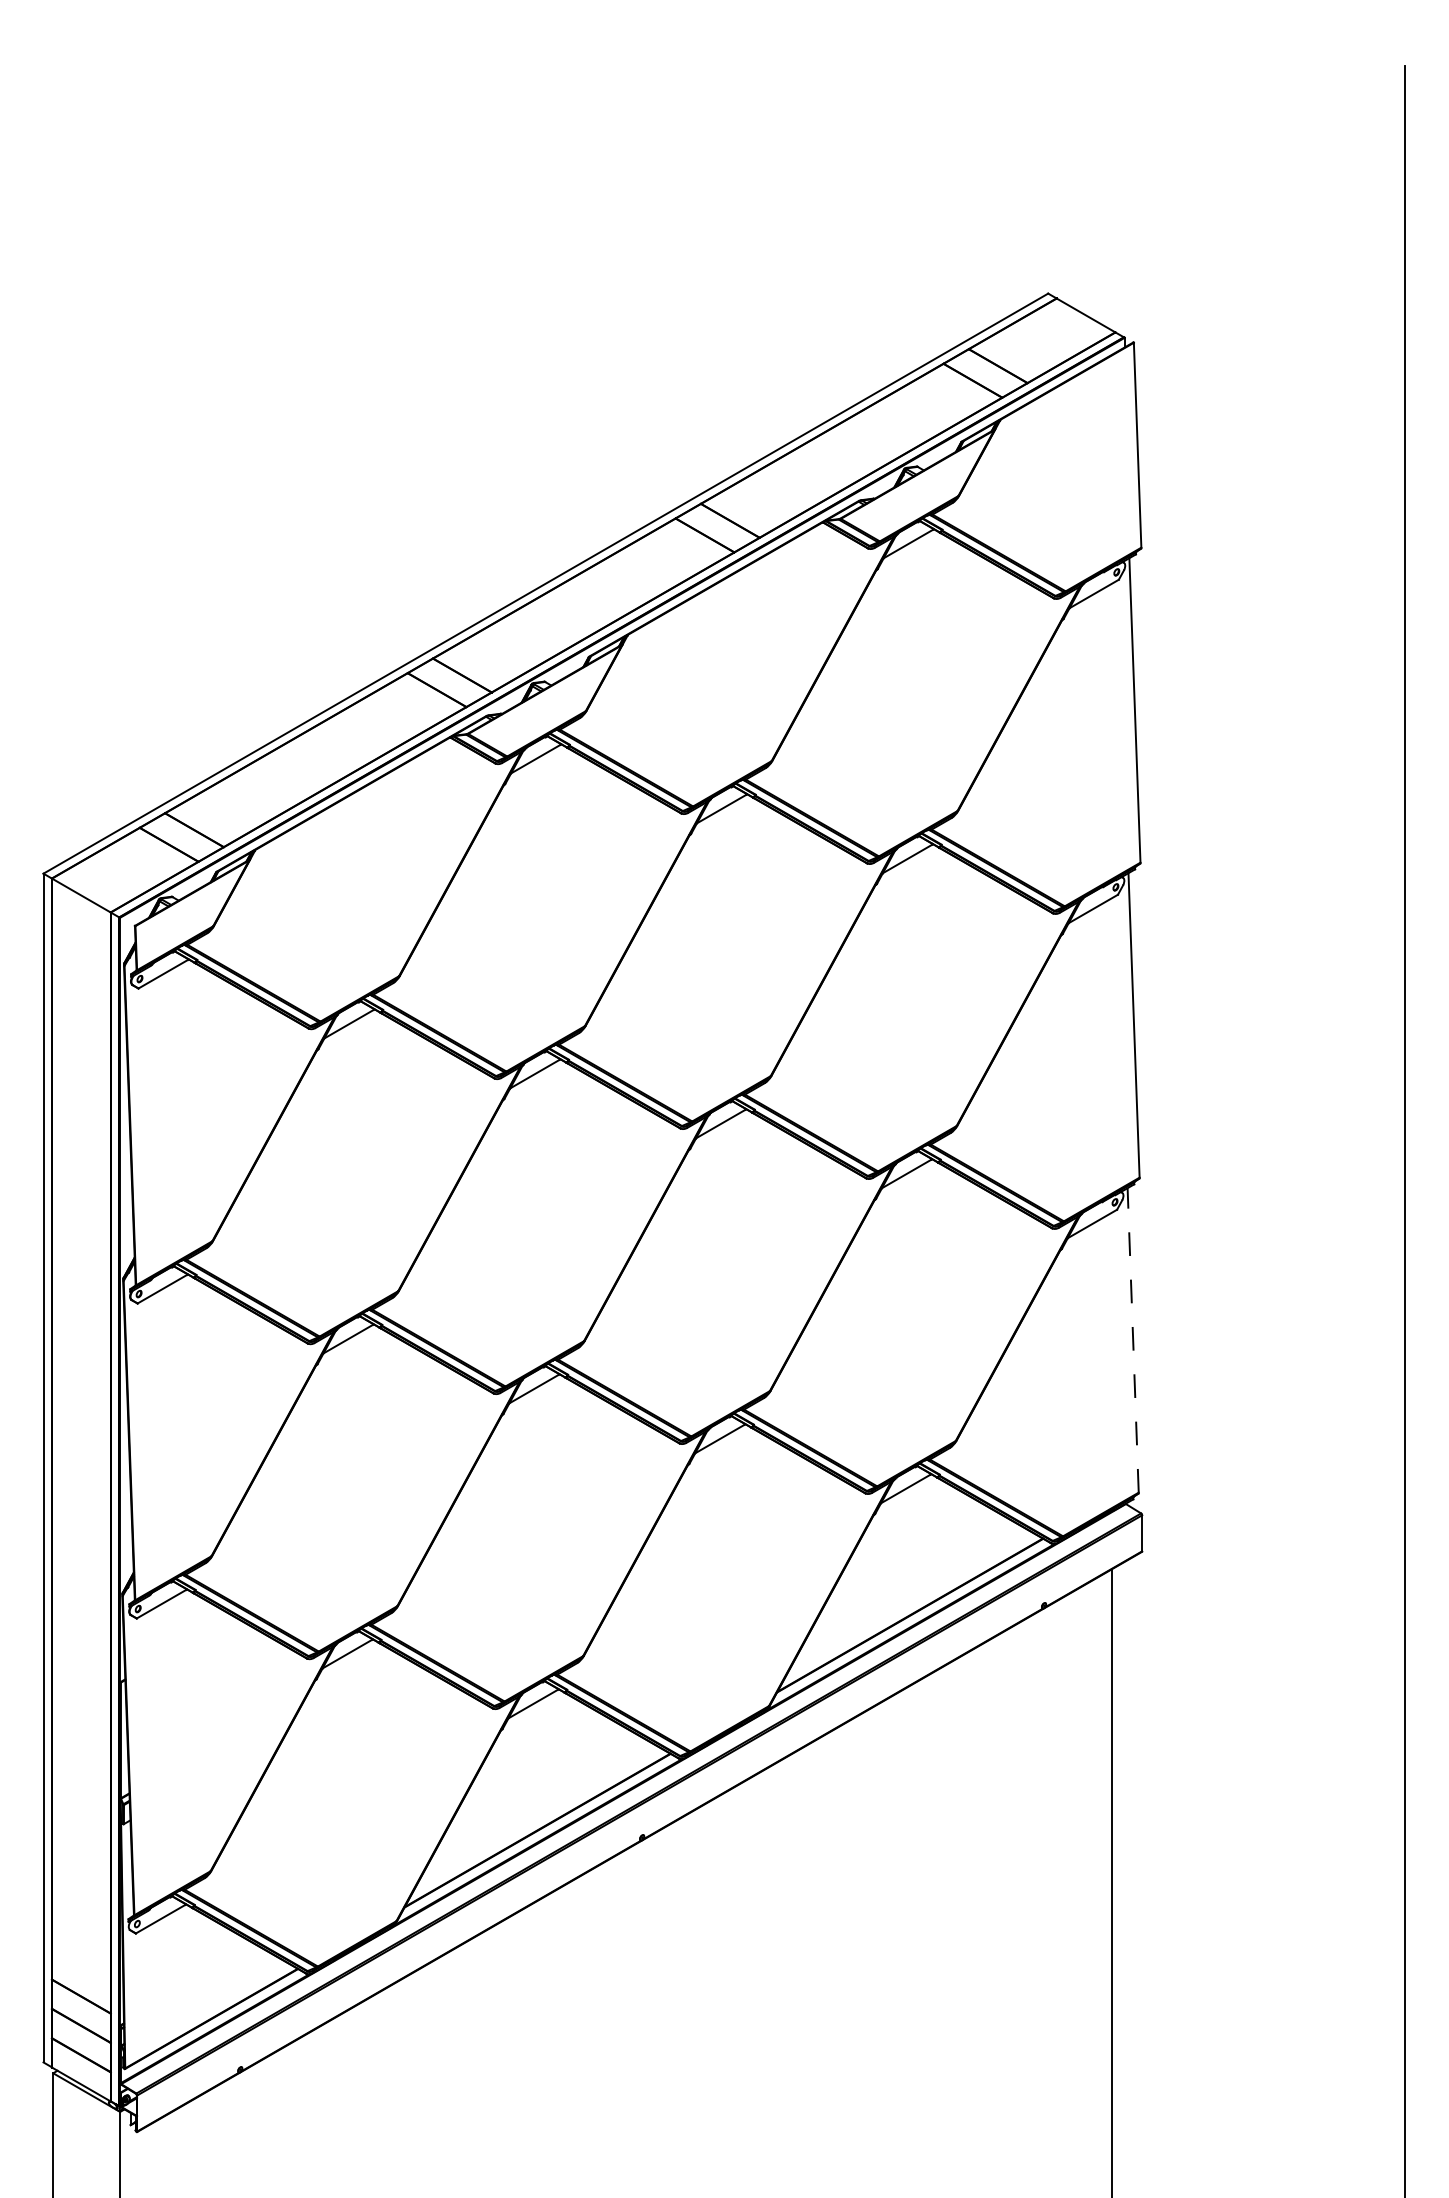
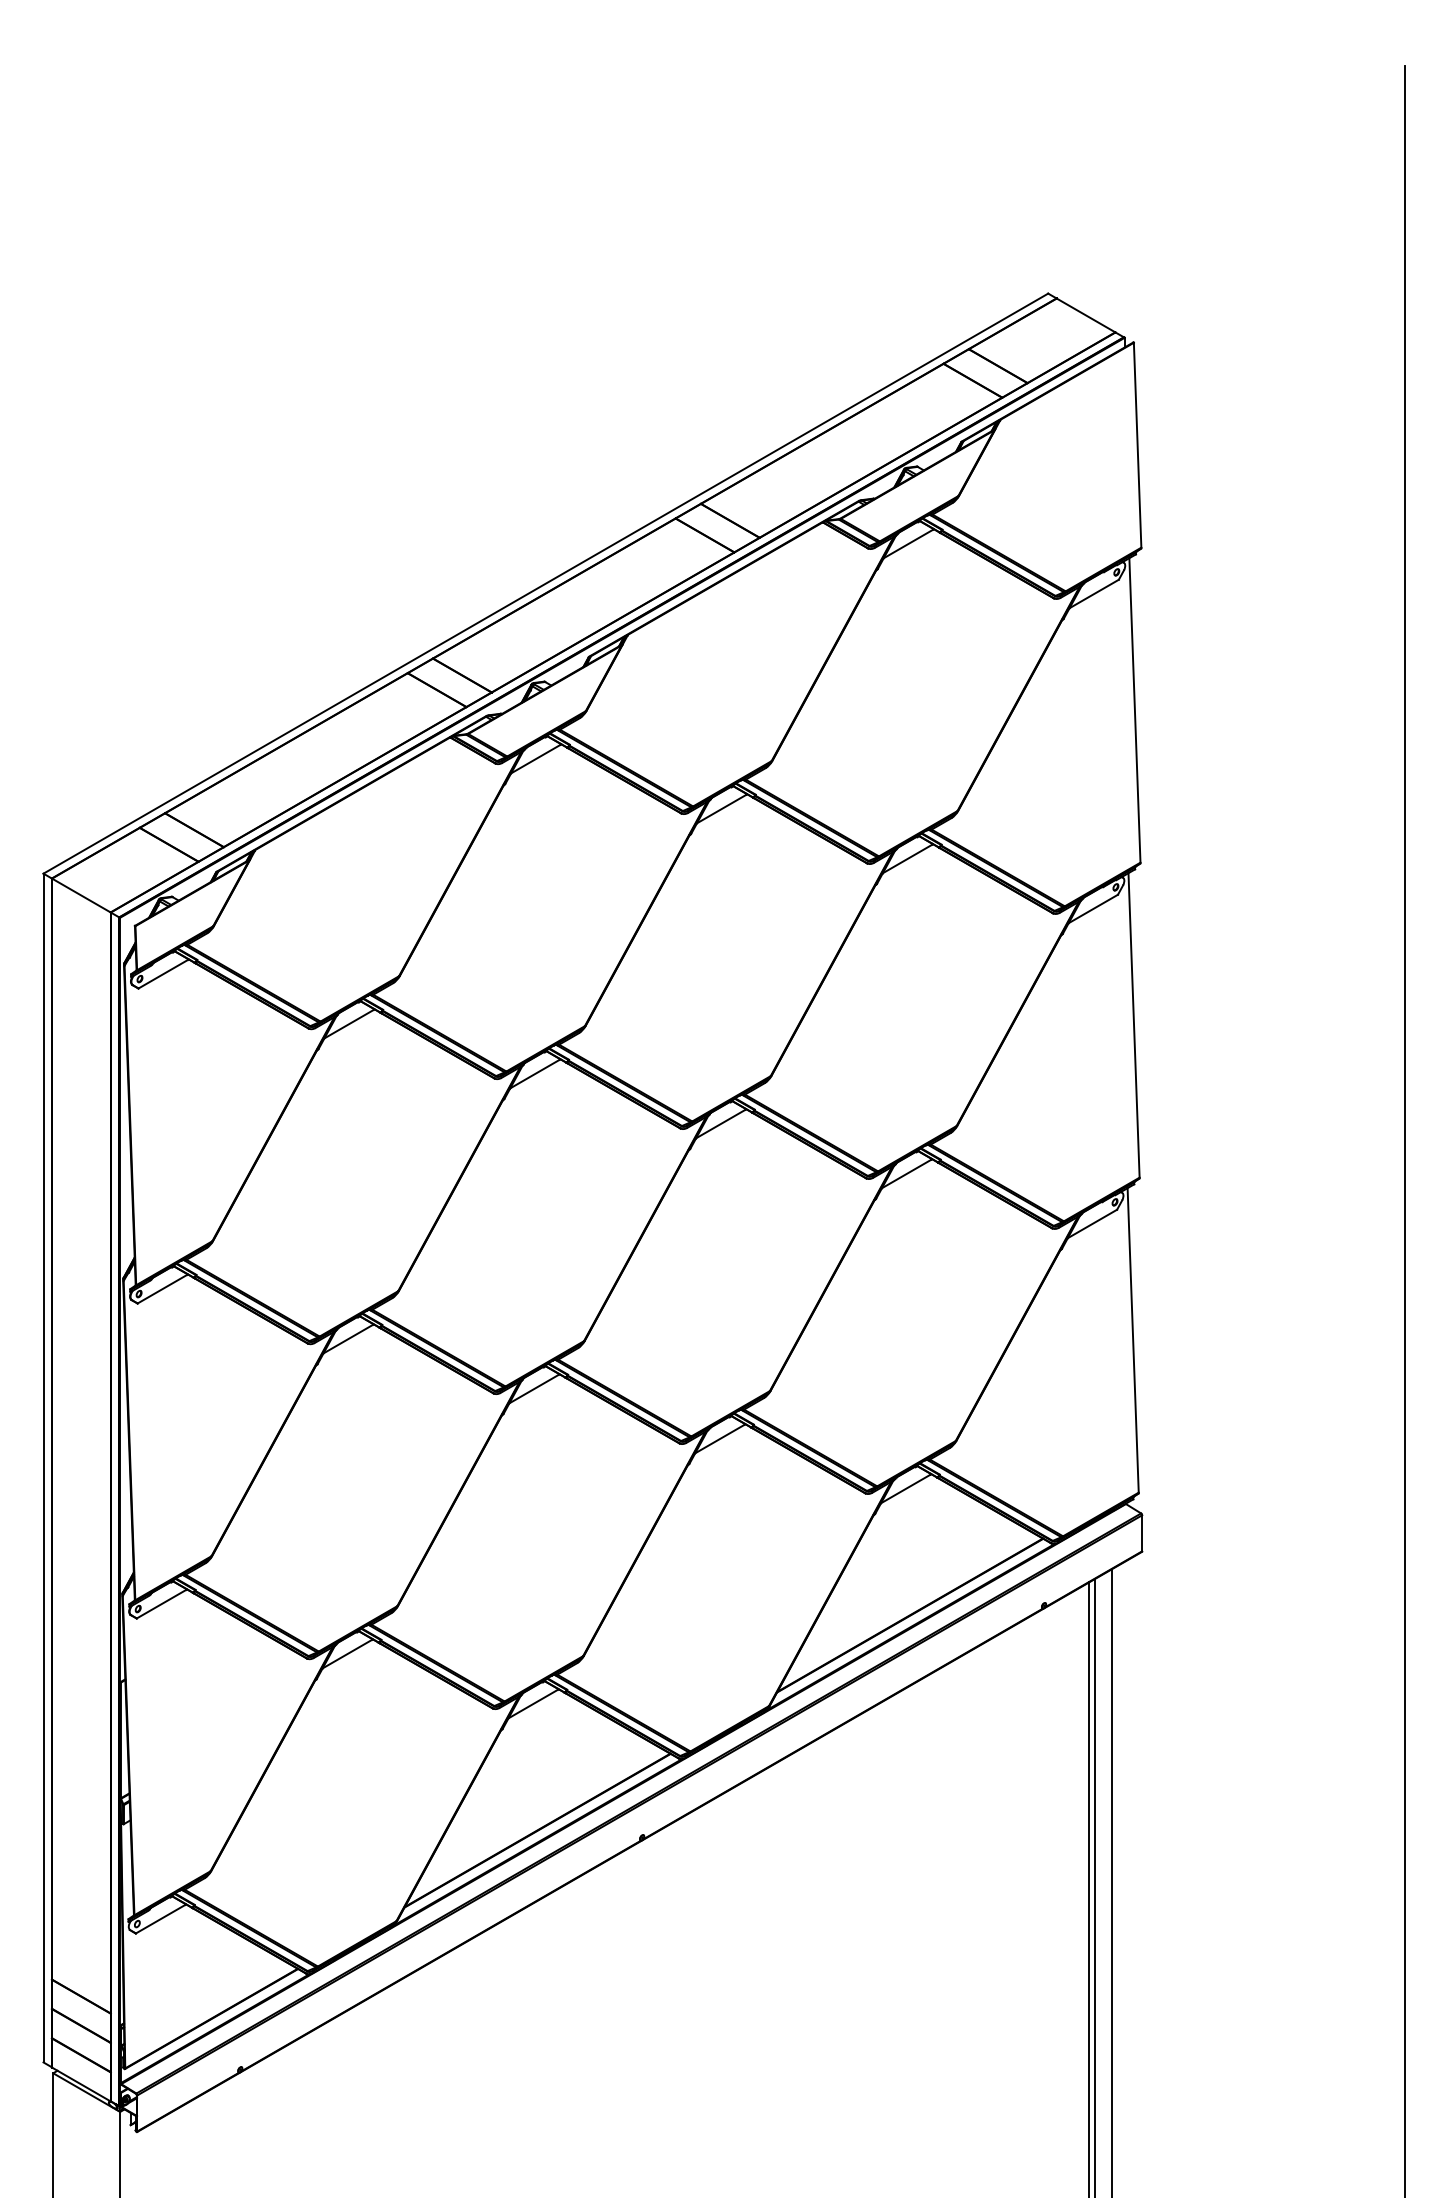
line at (1133, 1339): dashed -> solid
line at (1095, 1886): none -> present
line at (1089, 1888): none -> present
